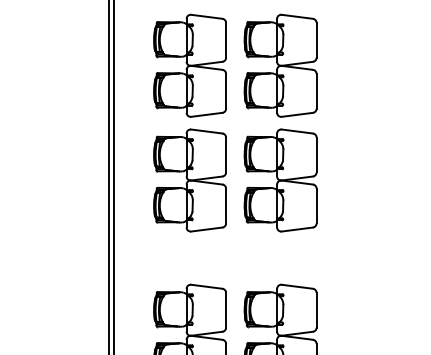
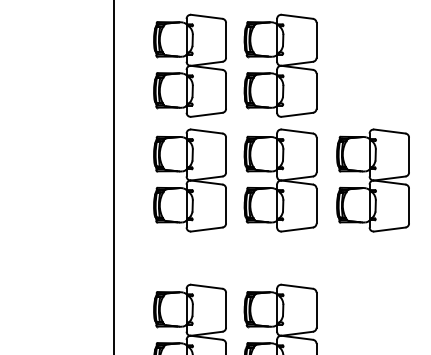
line at (108, 176): present -> none
part at (372, 180): none -> present
